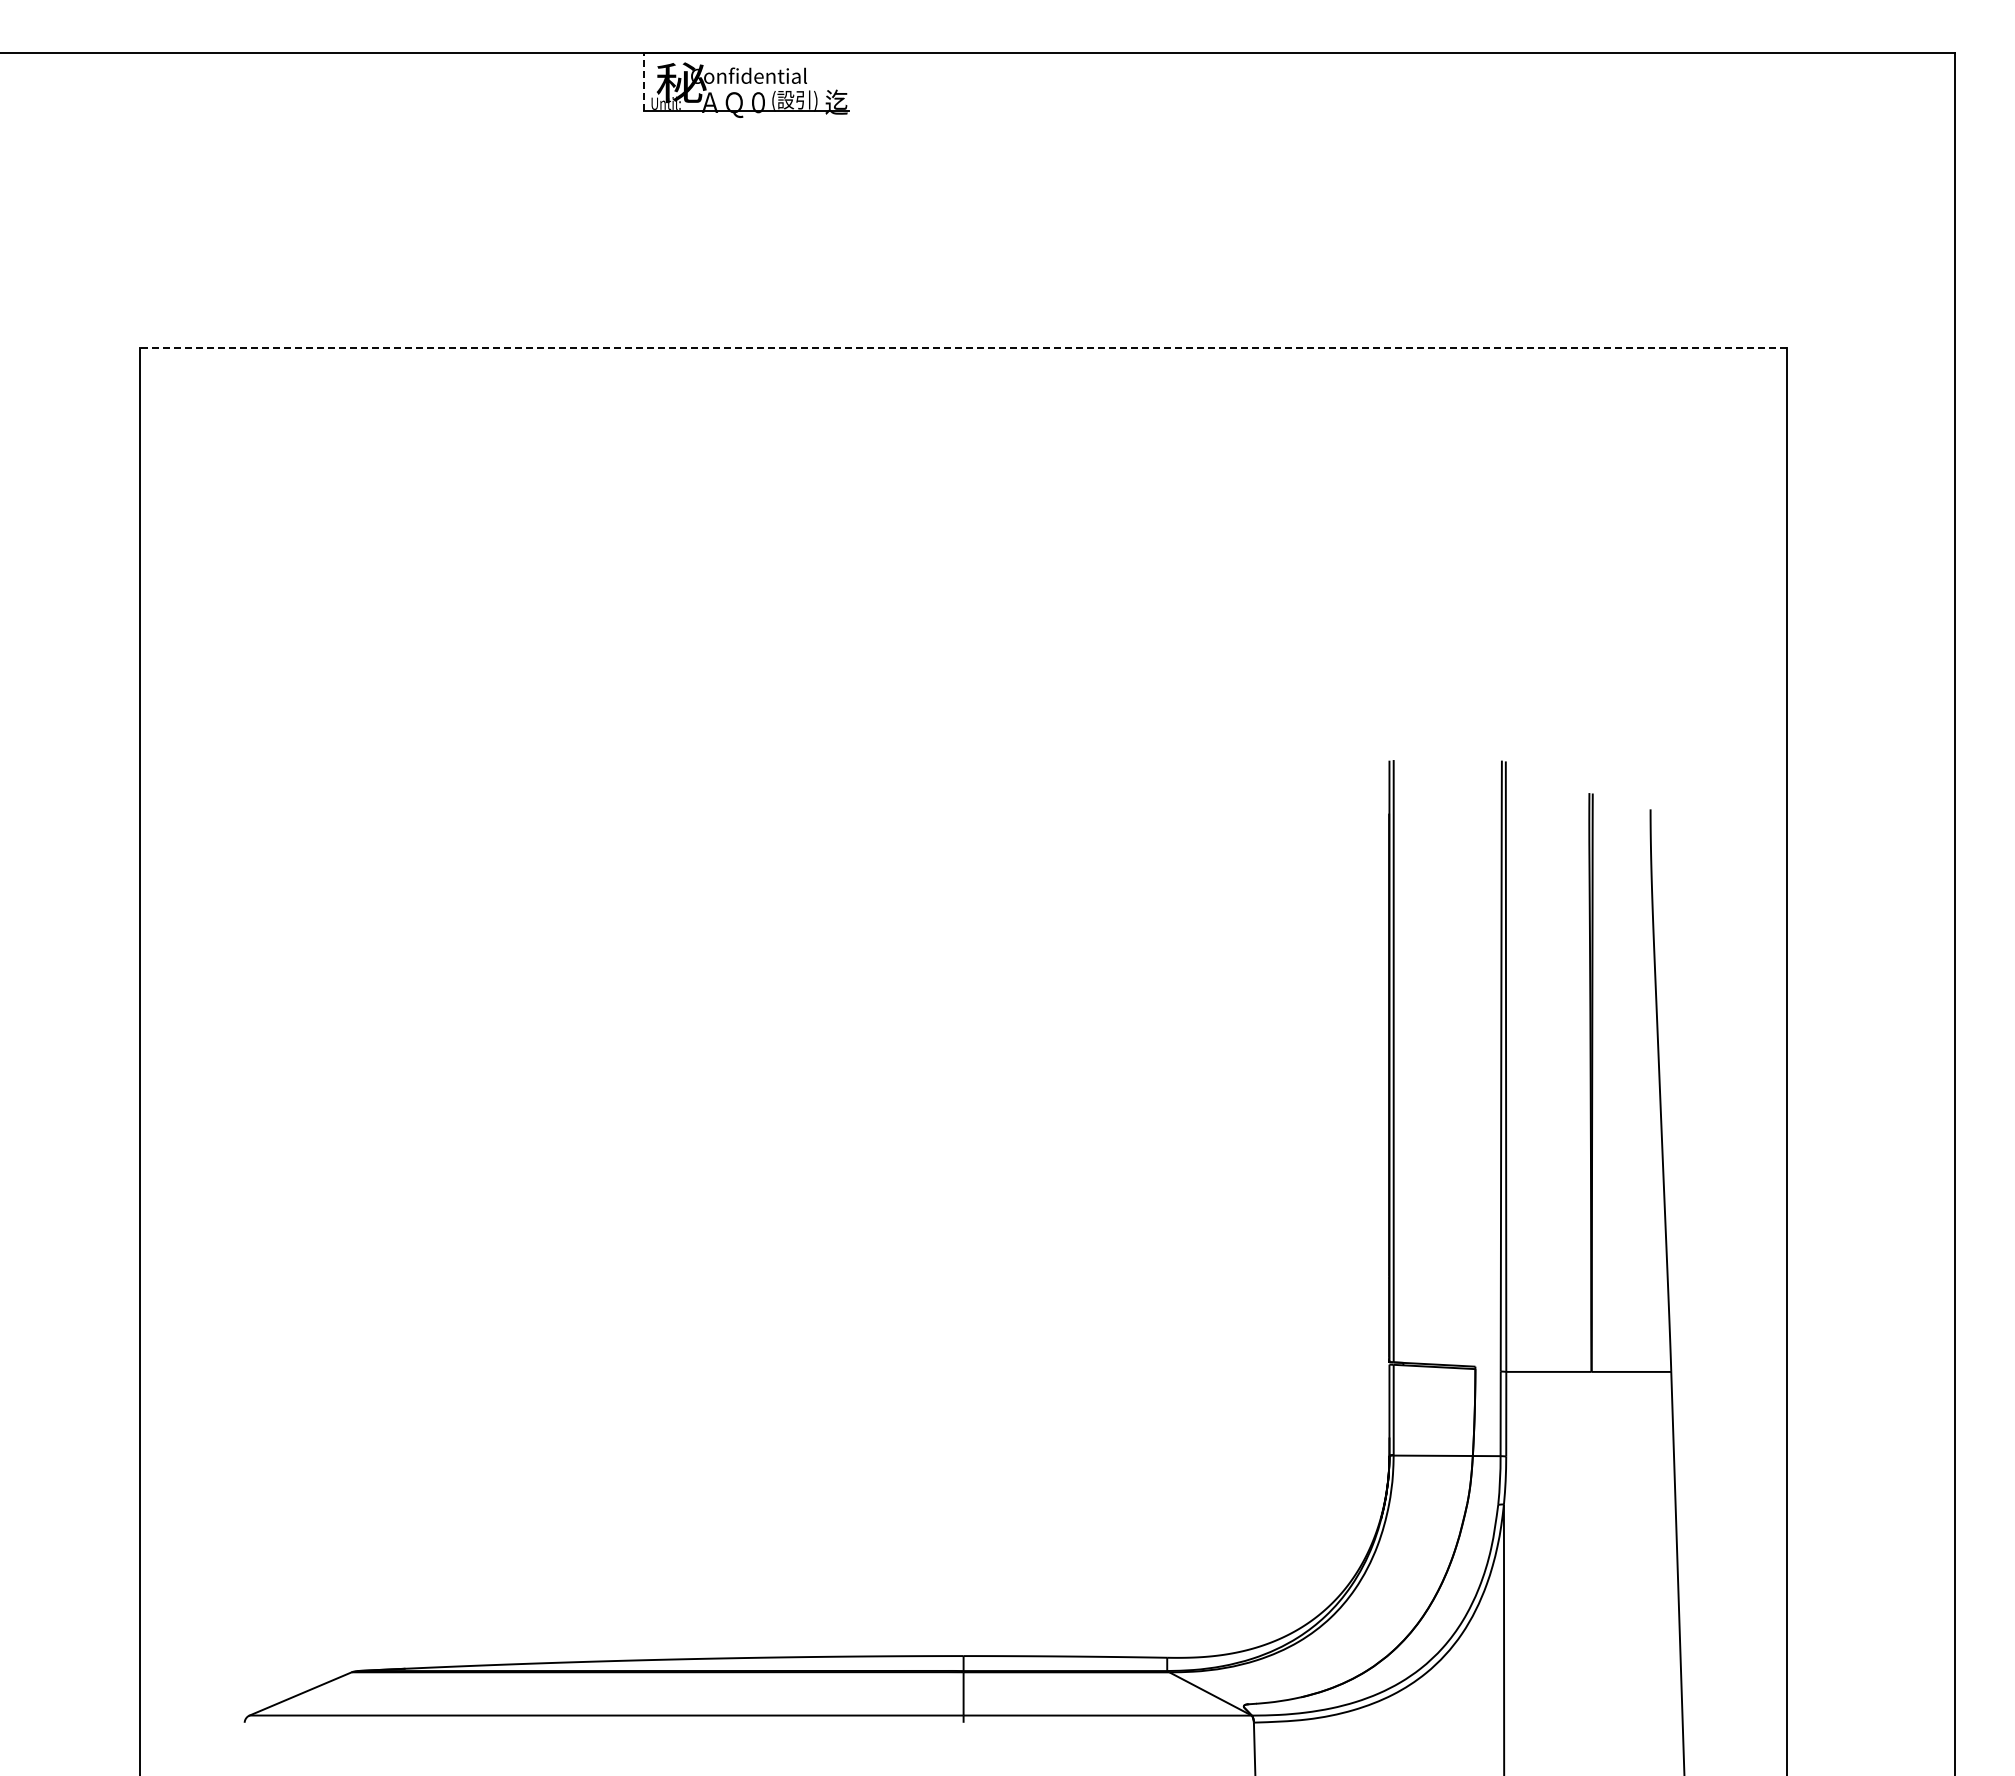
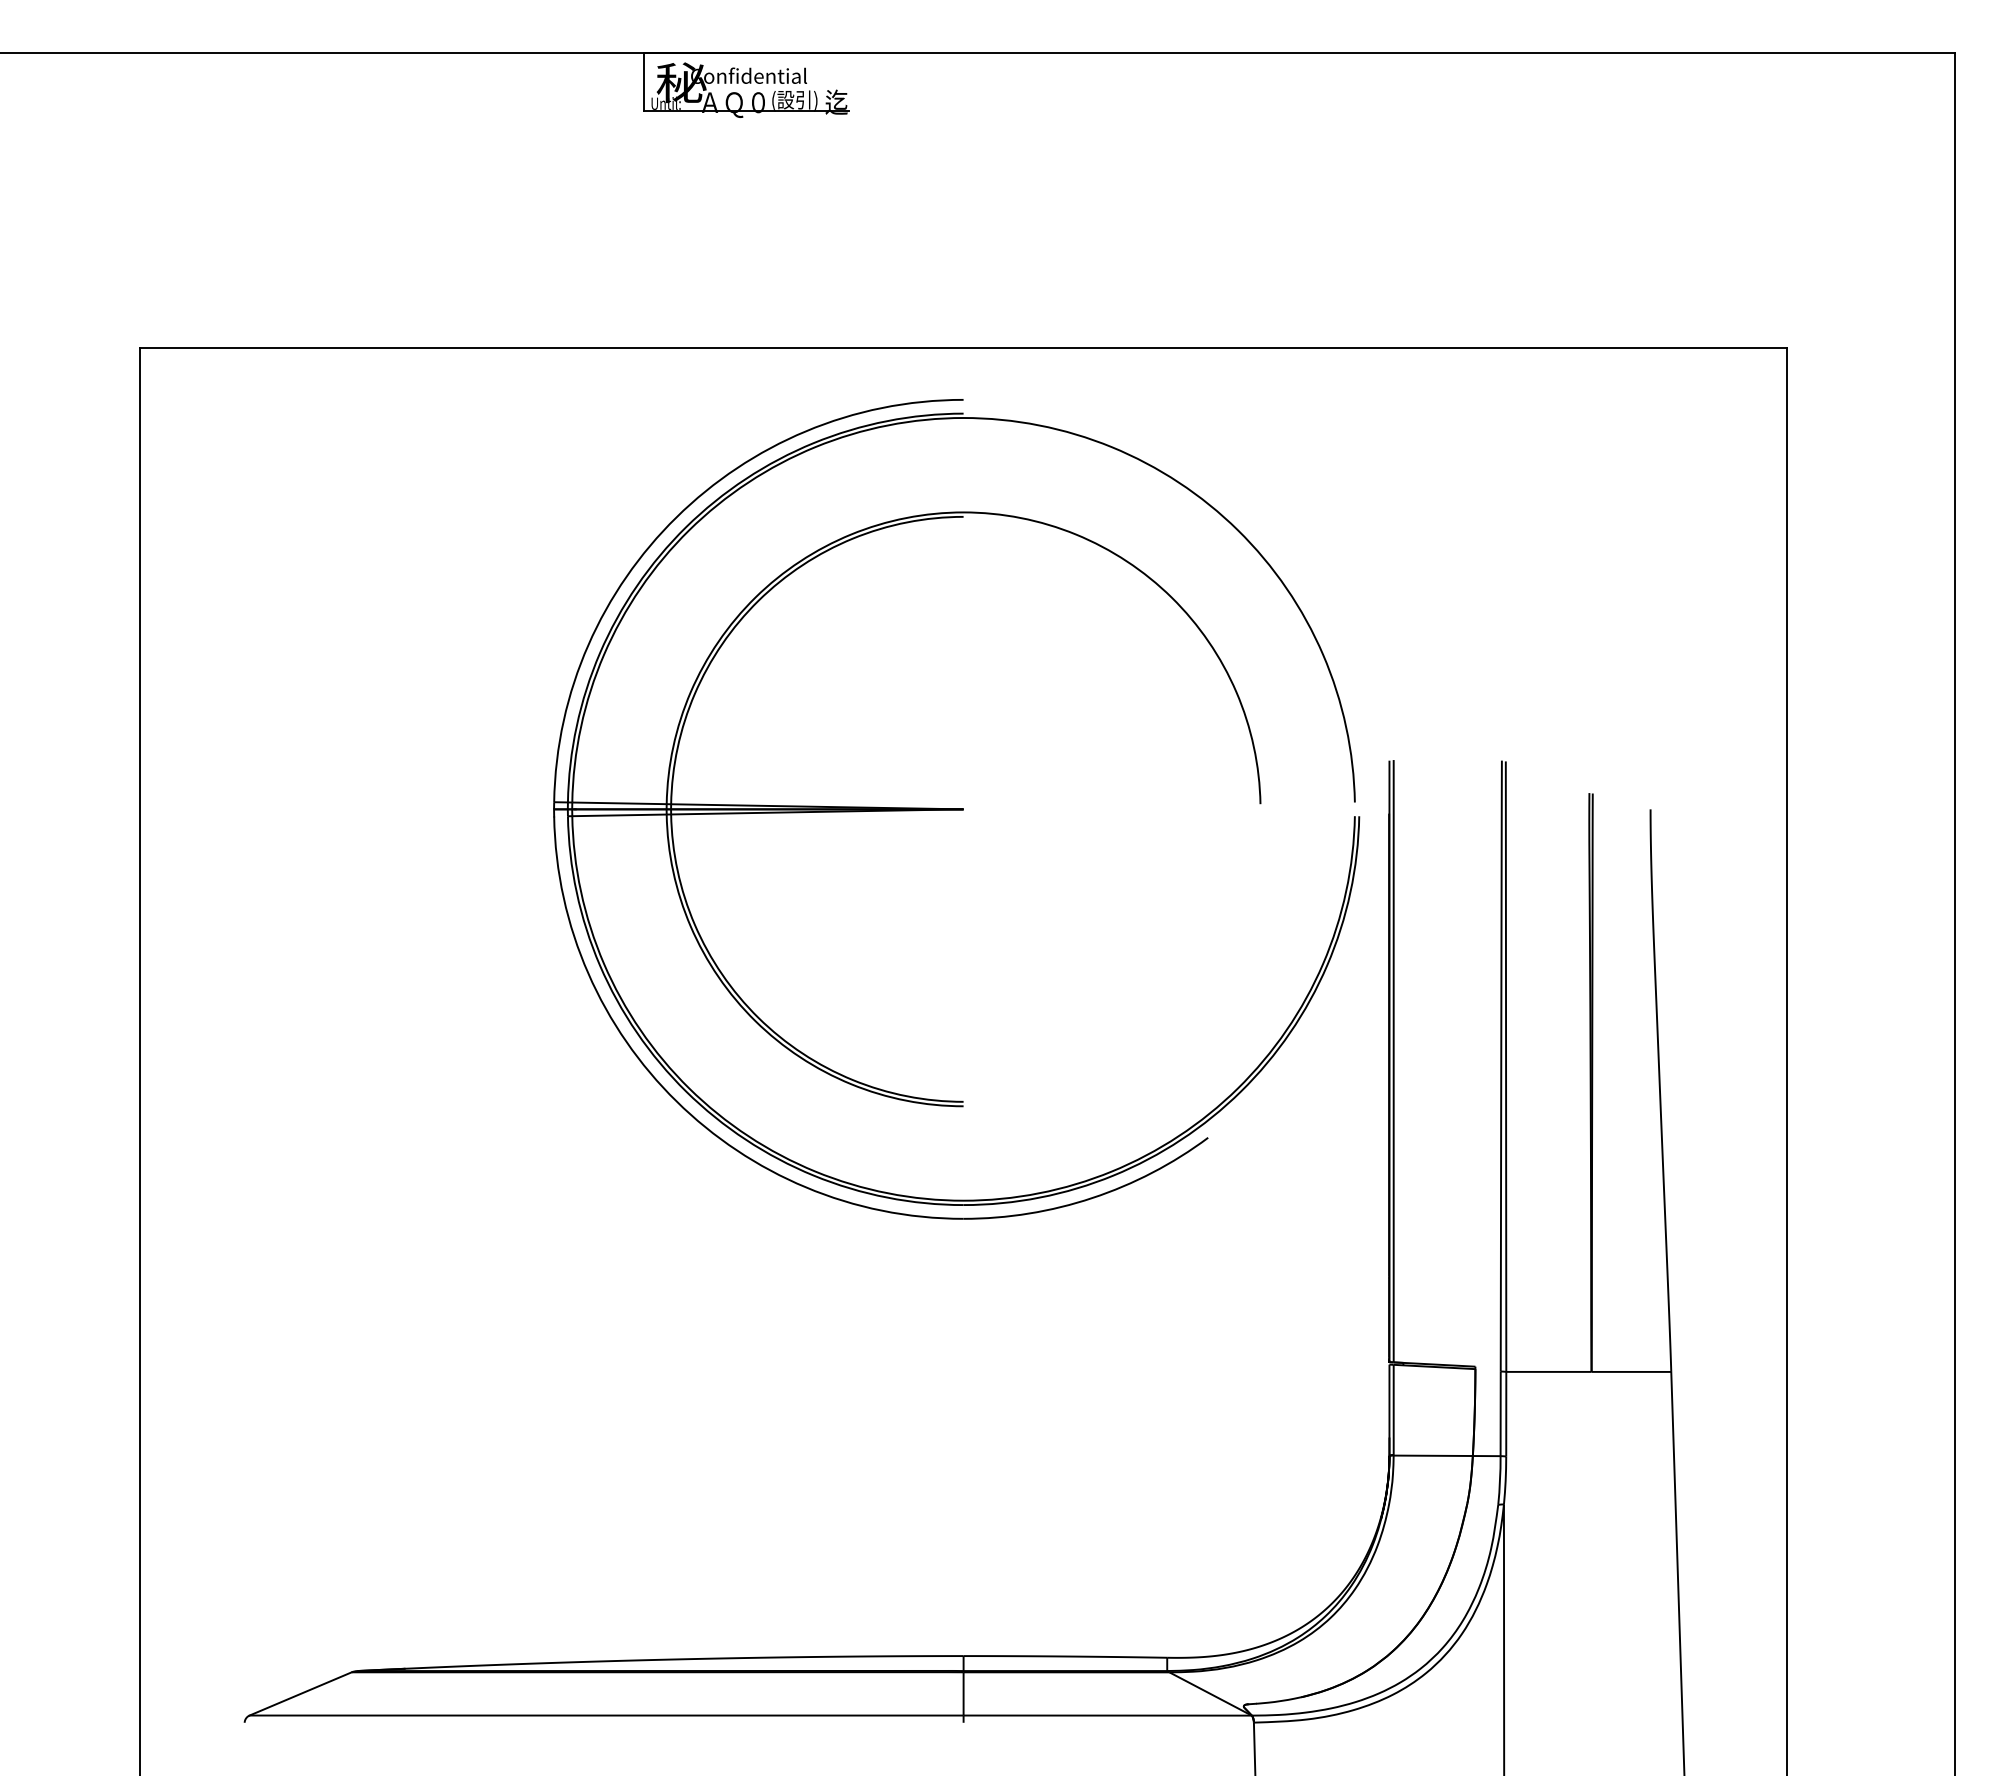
line at (644, 82): dashed -> solid
line at (963, 347): dashed -> solid
part at (956, 809): none -> present
